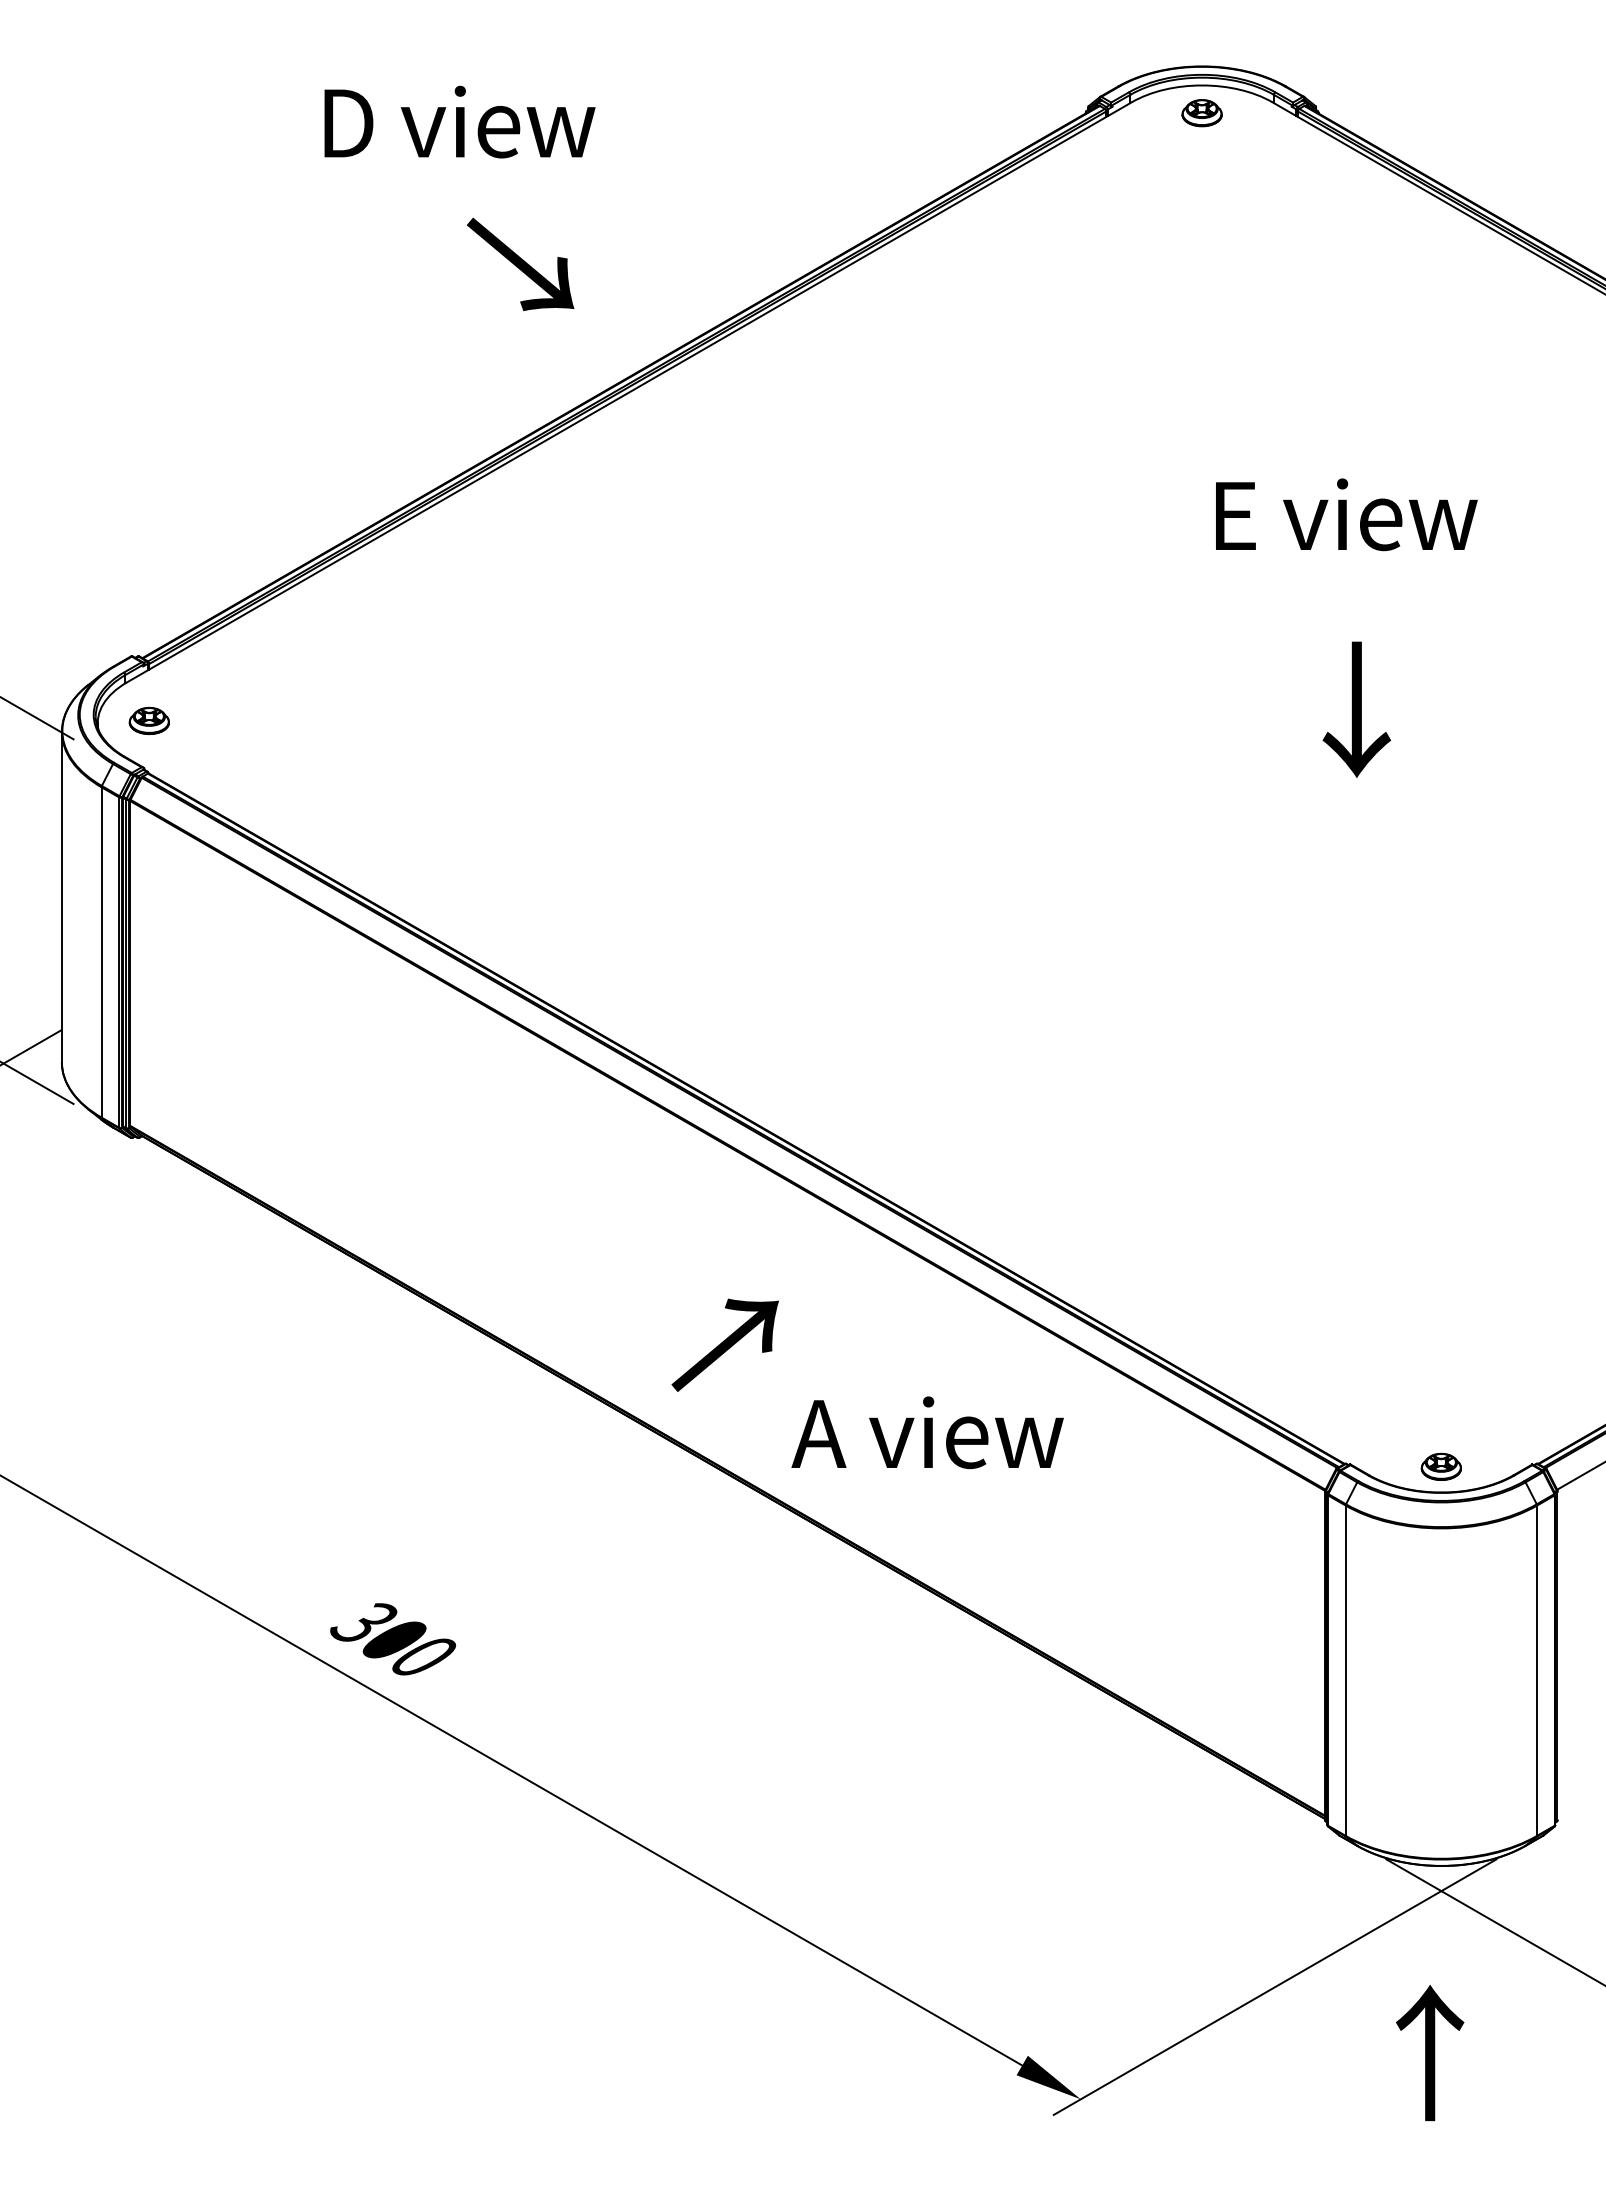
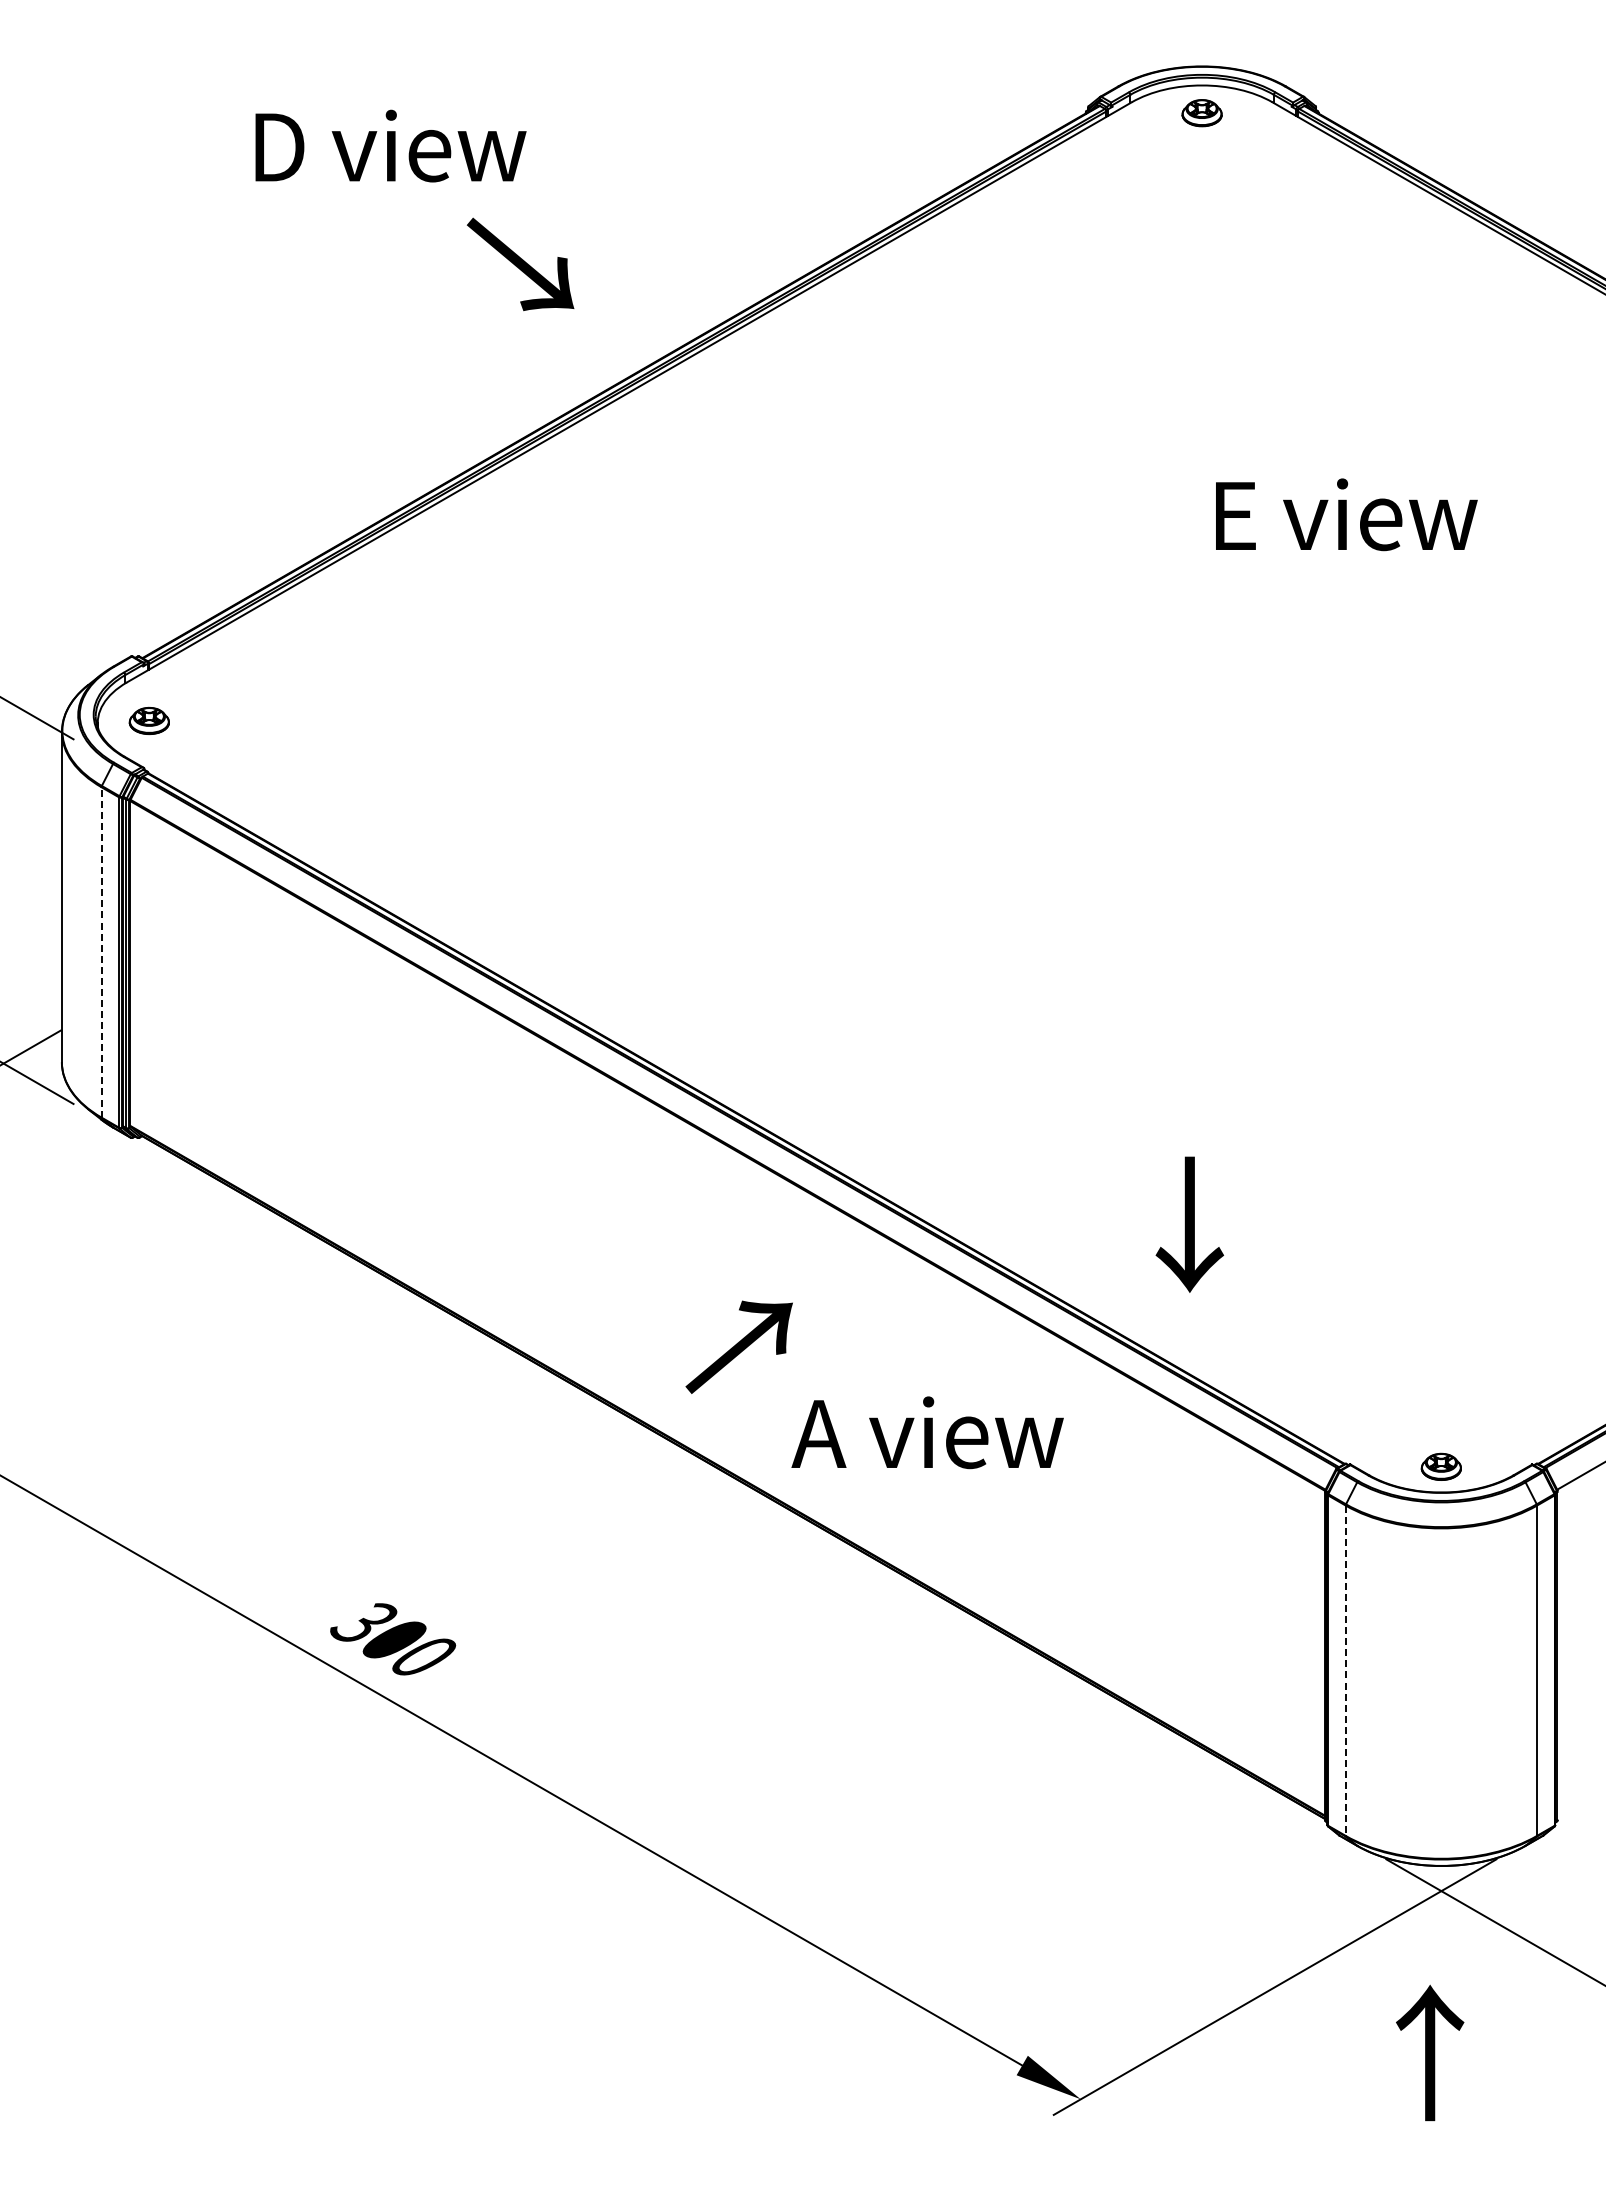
text at (459, 121) position: (459, 121) -> (390, 145)
text at (1356, 709) position: (1356, 709) -> (1189, 1224)
line at (101, 951): solid -> dashed
text at (724, 1344) position: (724, 1344) -> (738, 1346)
line at (1345, 1671): solid -> dashed
